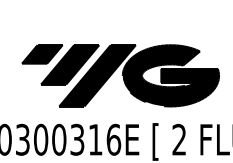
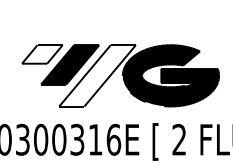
fill at (42, 54): present -> none
fill at (97, 75): present -> none
